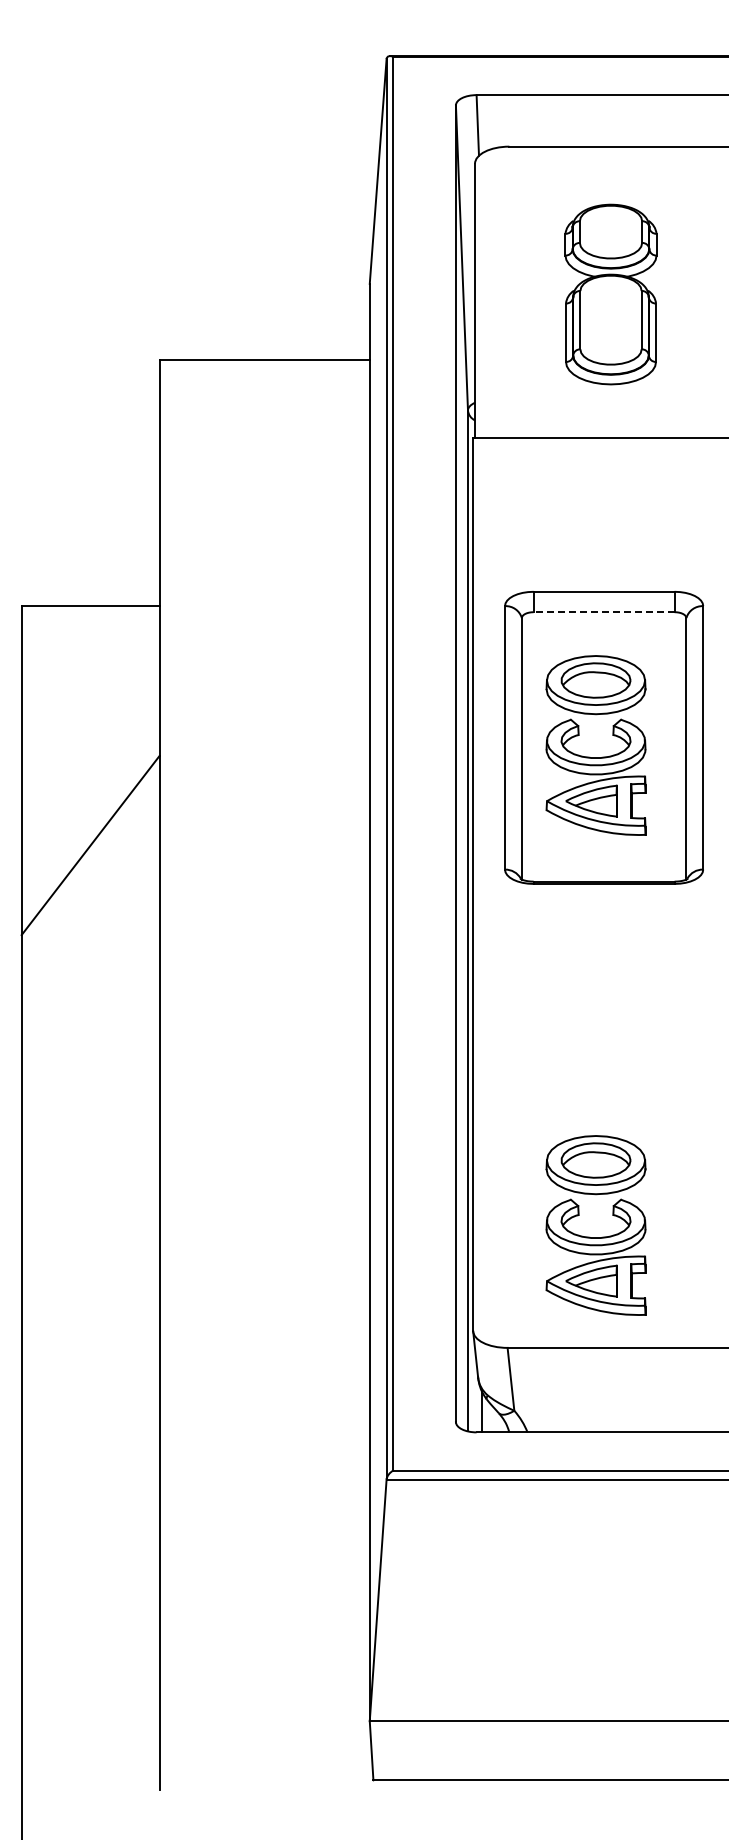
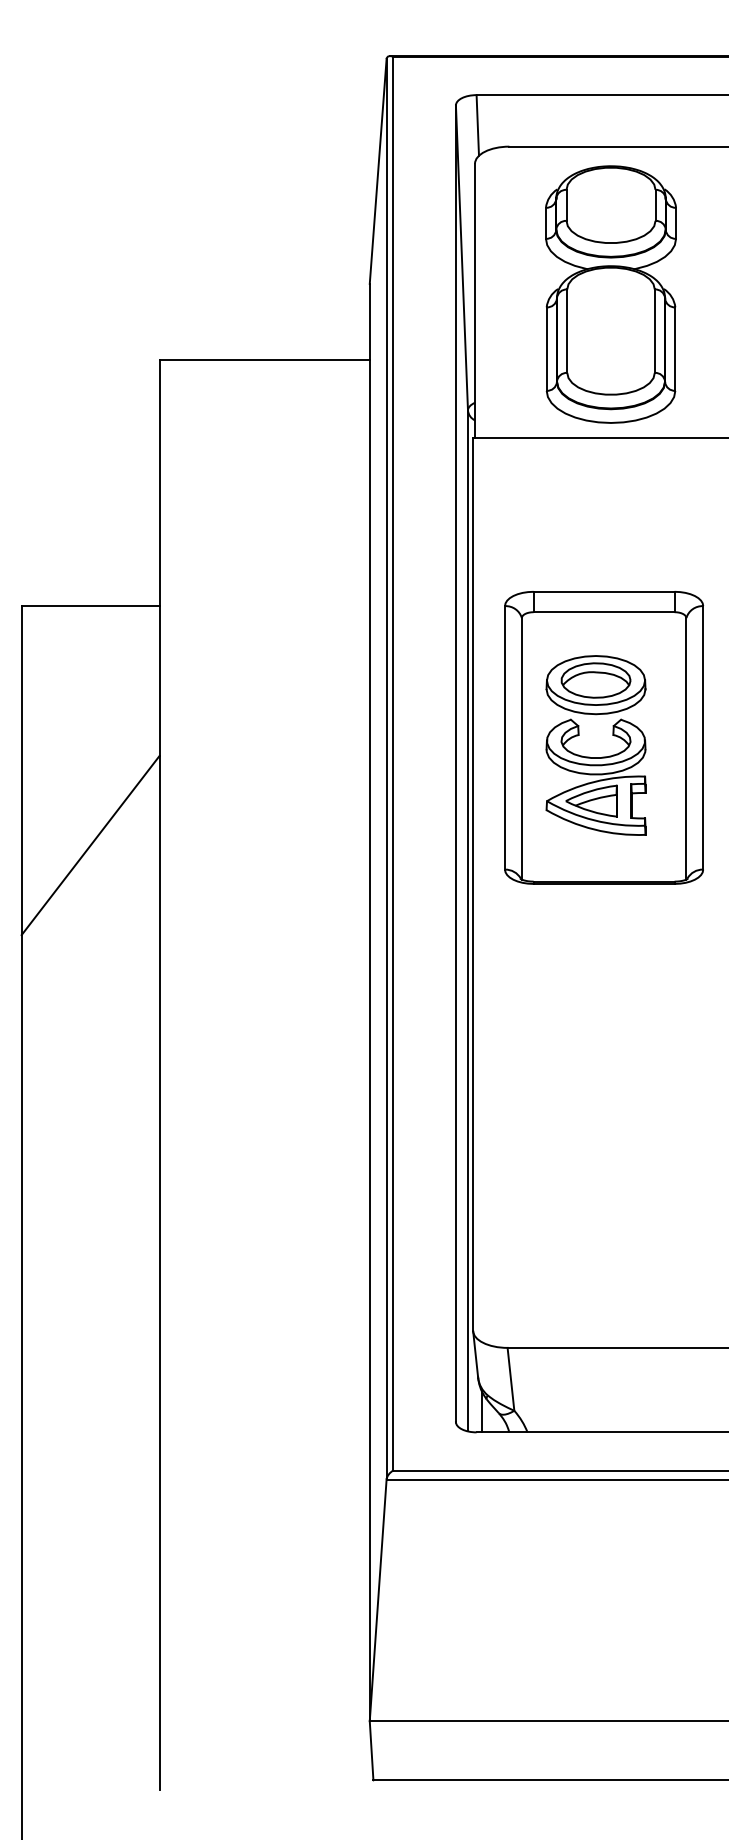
part at (610, 294) size: 94x183 px -> 132x259 px
line at (603, 612): dashed -> solid
part at (595, 1237): present -> none
